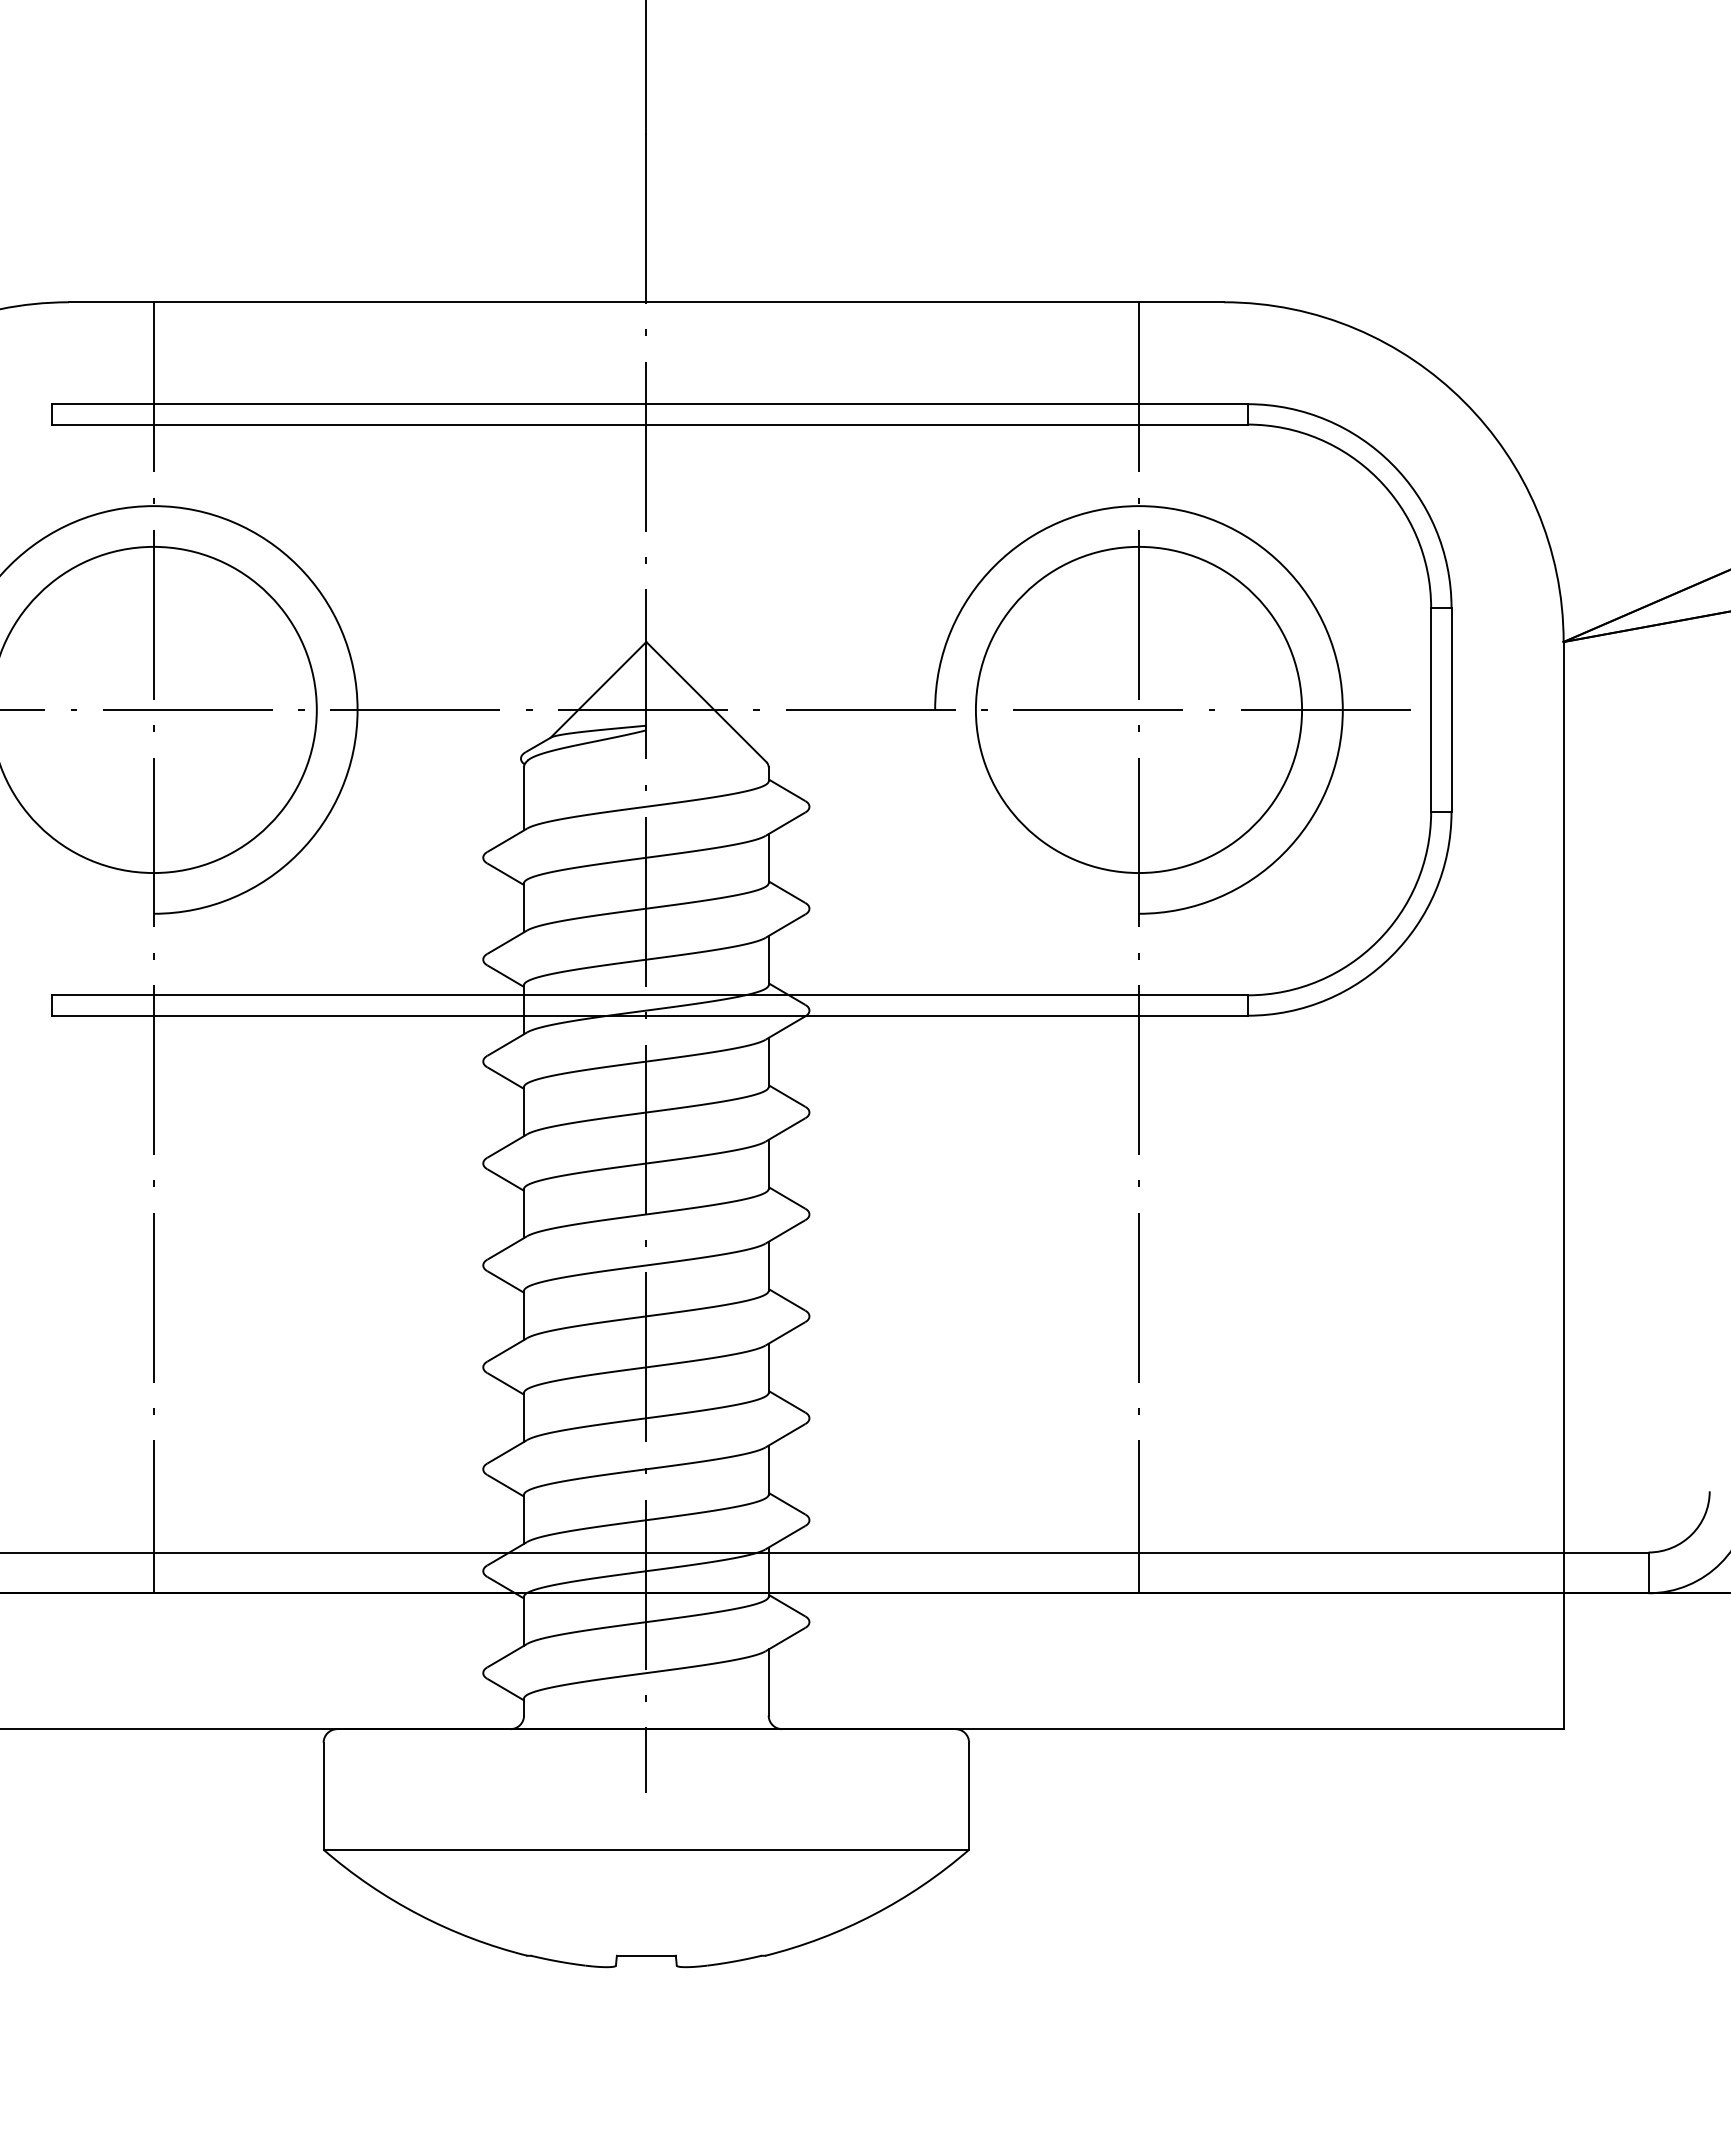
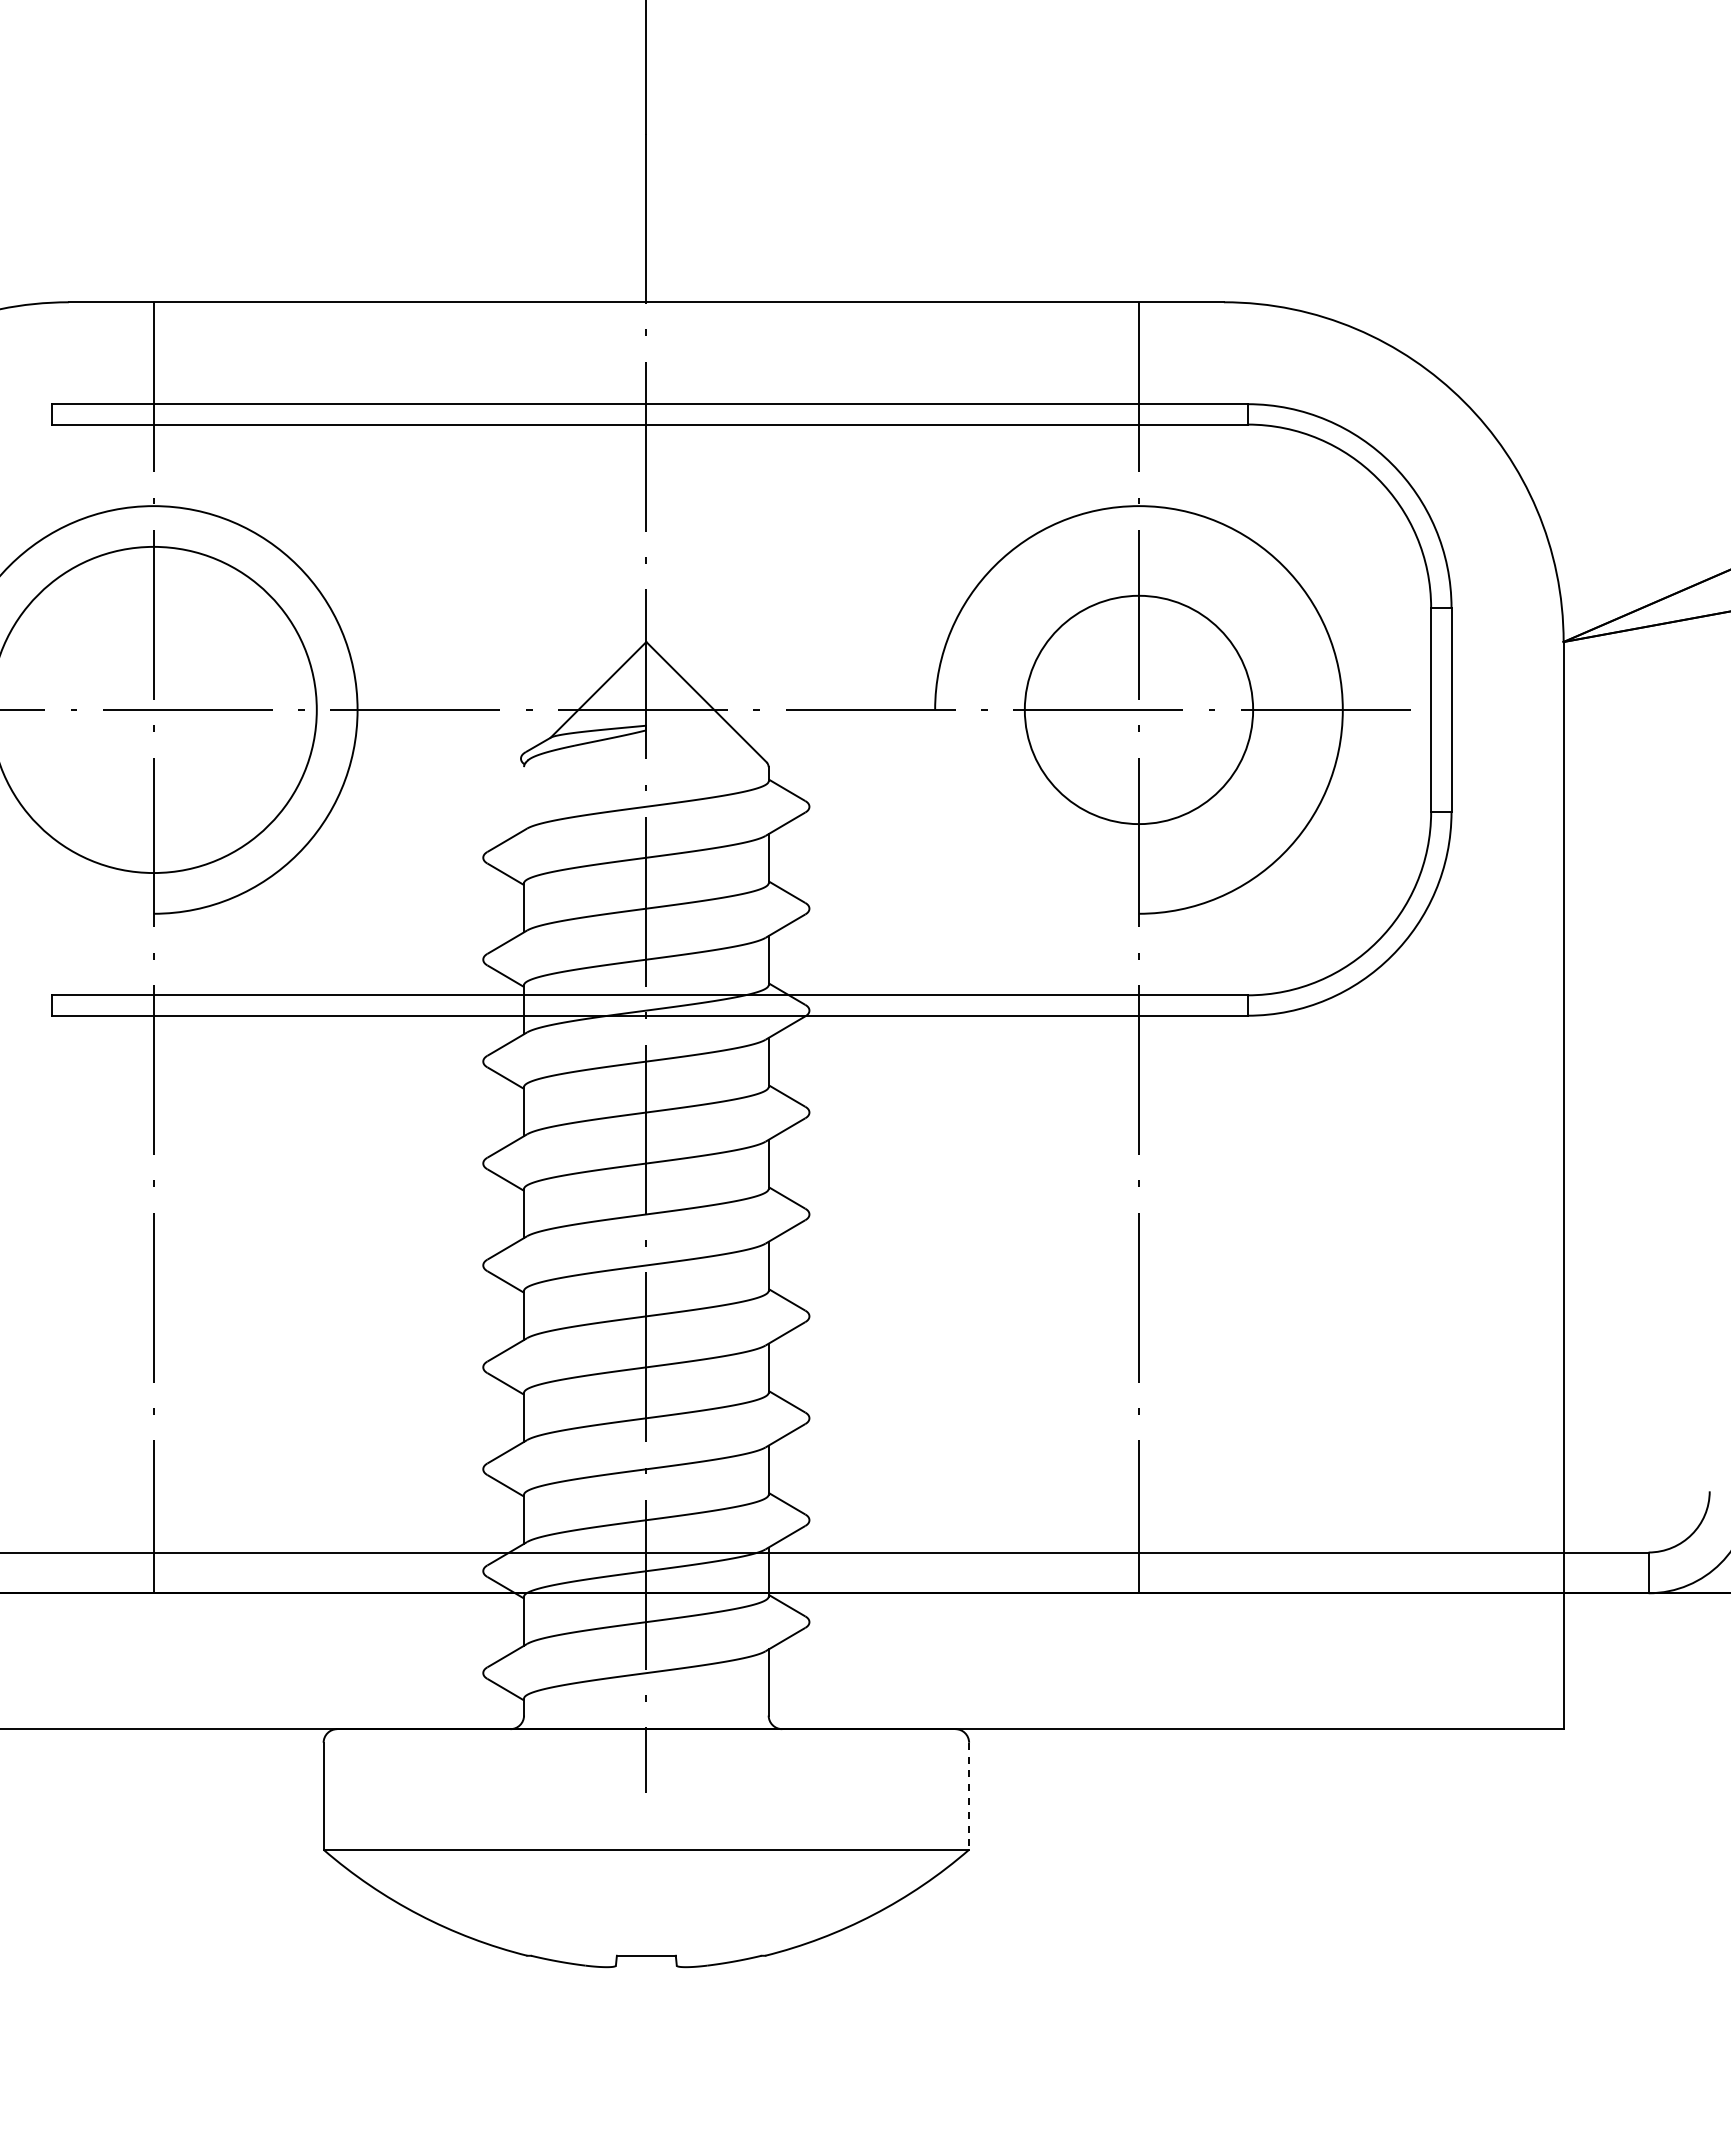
circle at (1138, 709) diameter: 326 px -> 228 px
line at (524, 798): present -> none
line at (969, 1796): solid -> dashed
